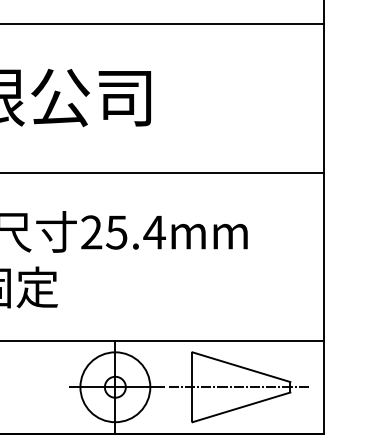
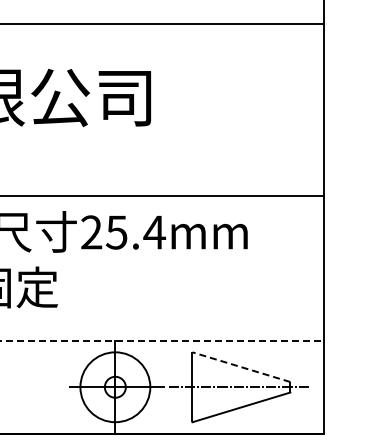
line at (163, 172) position: (163, 172) -> (163, 195)
line at (162, 340): solid -> dashed
line at (240, 367): solid -> dashed
